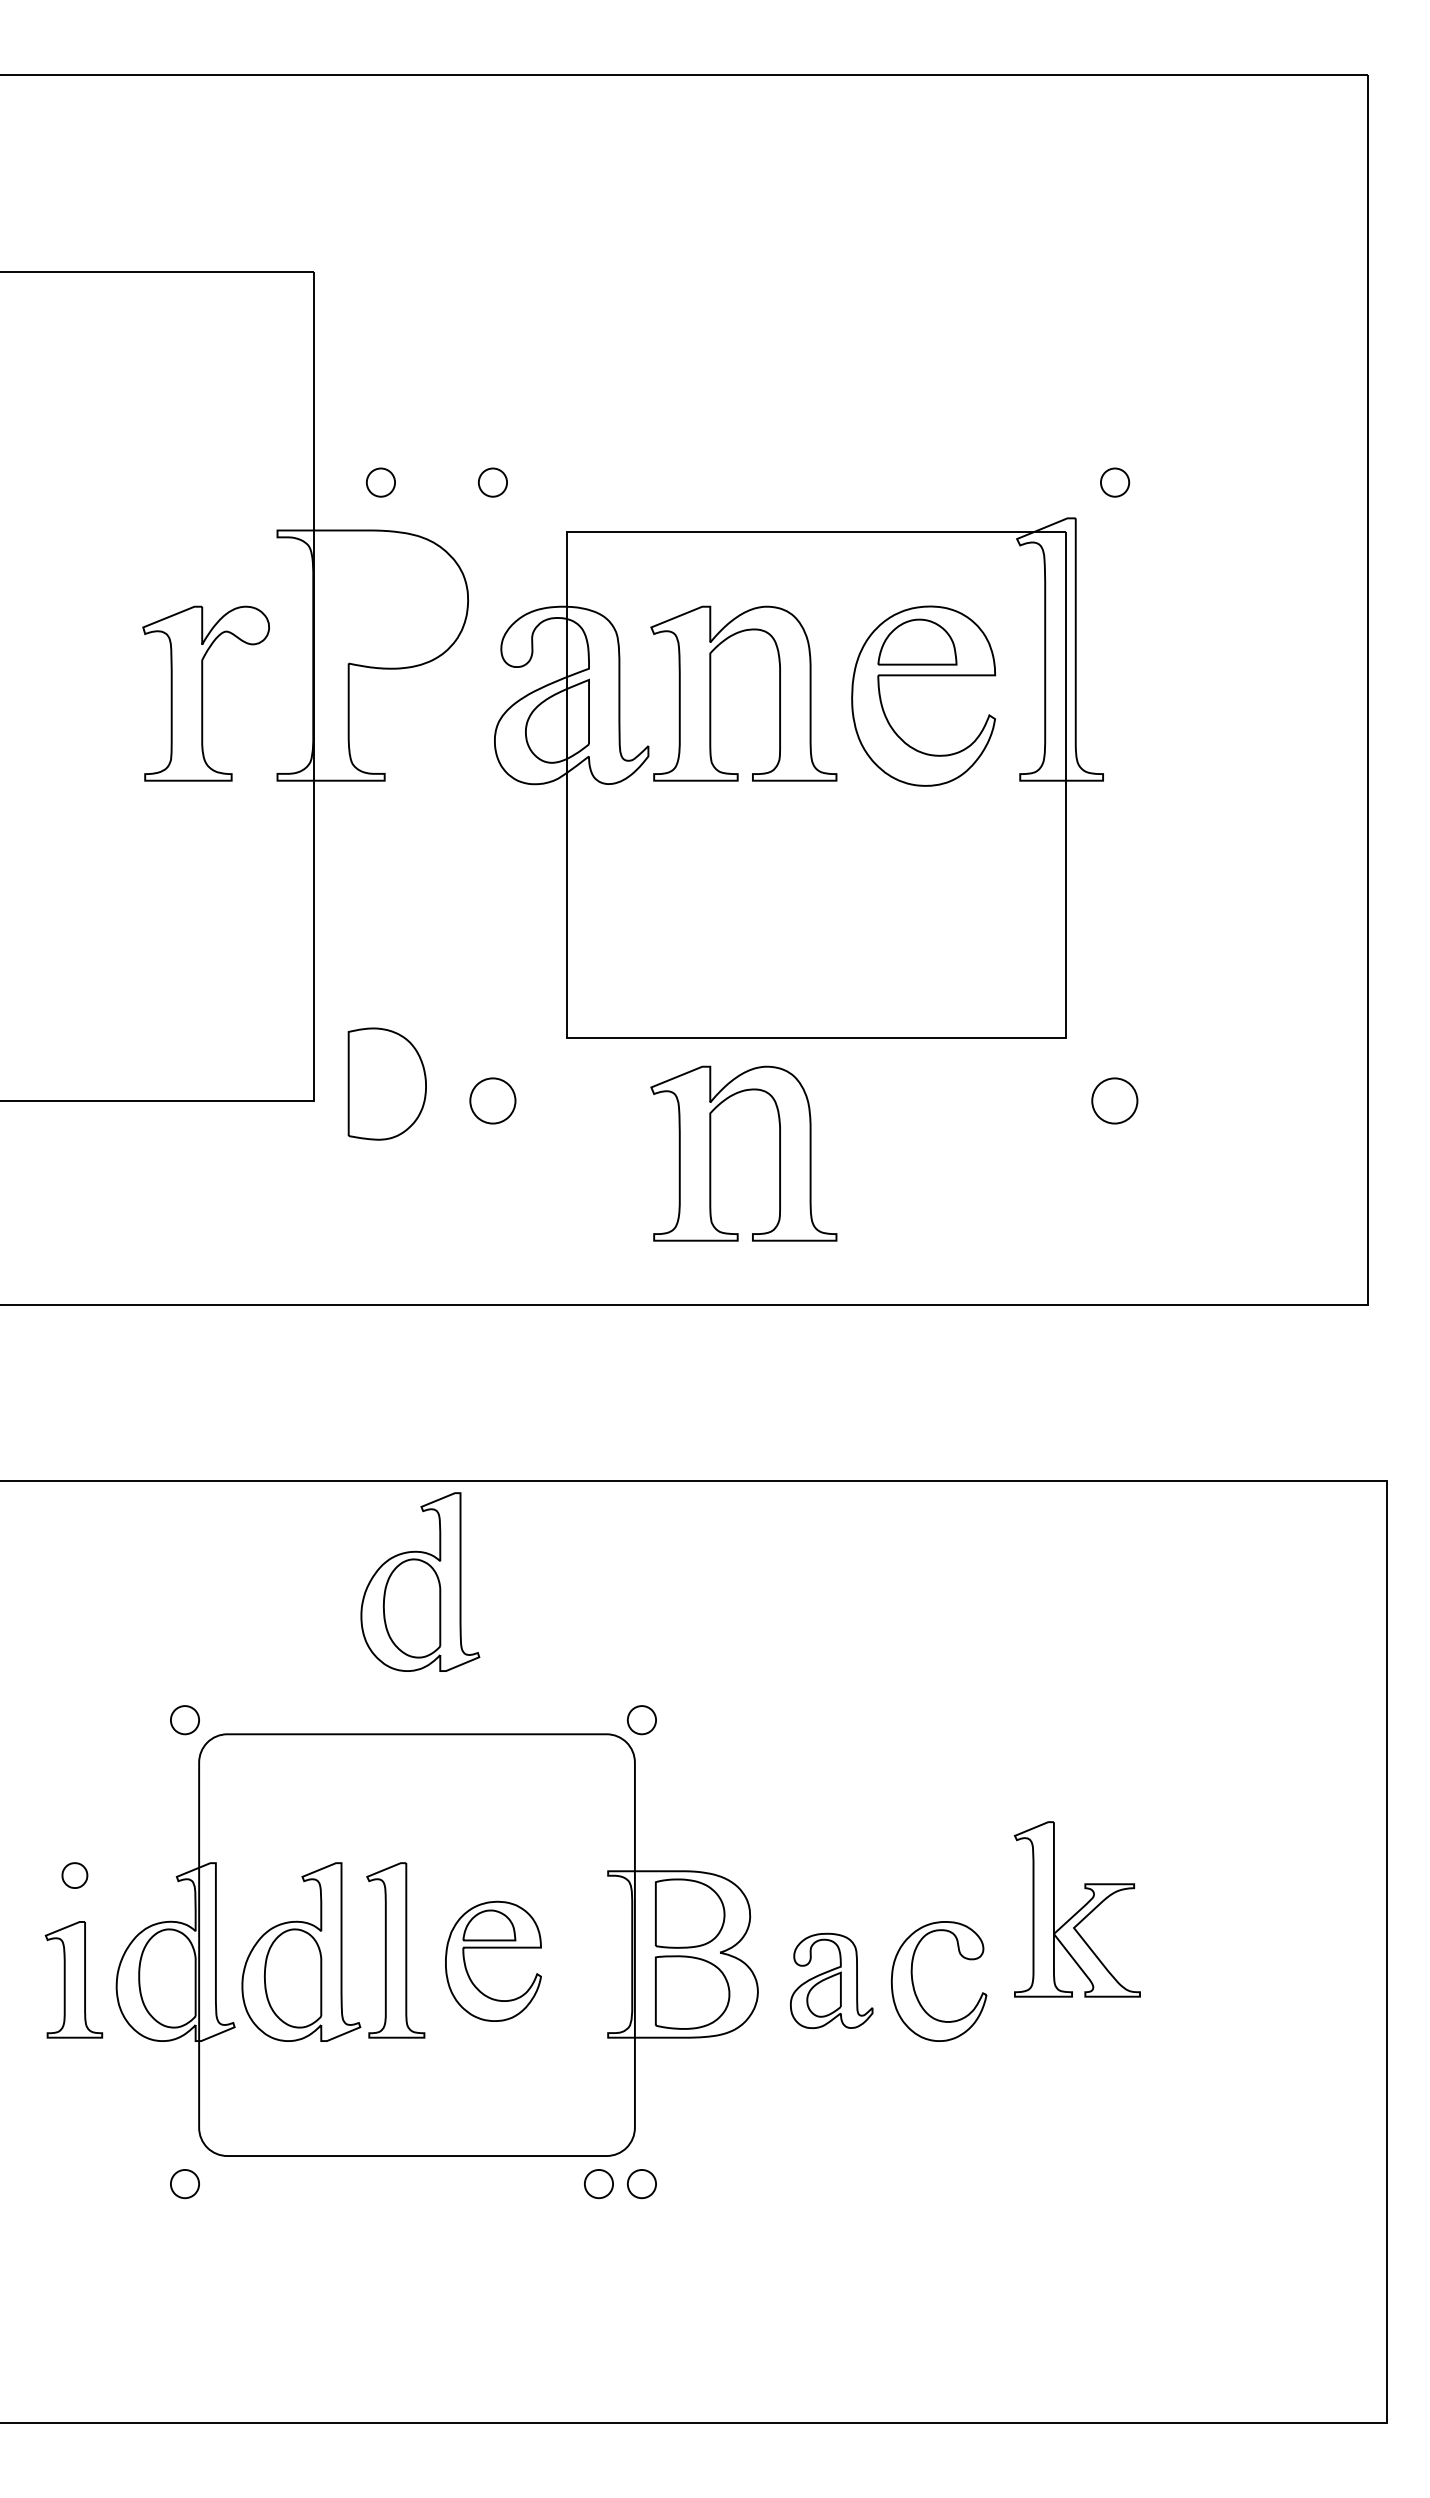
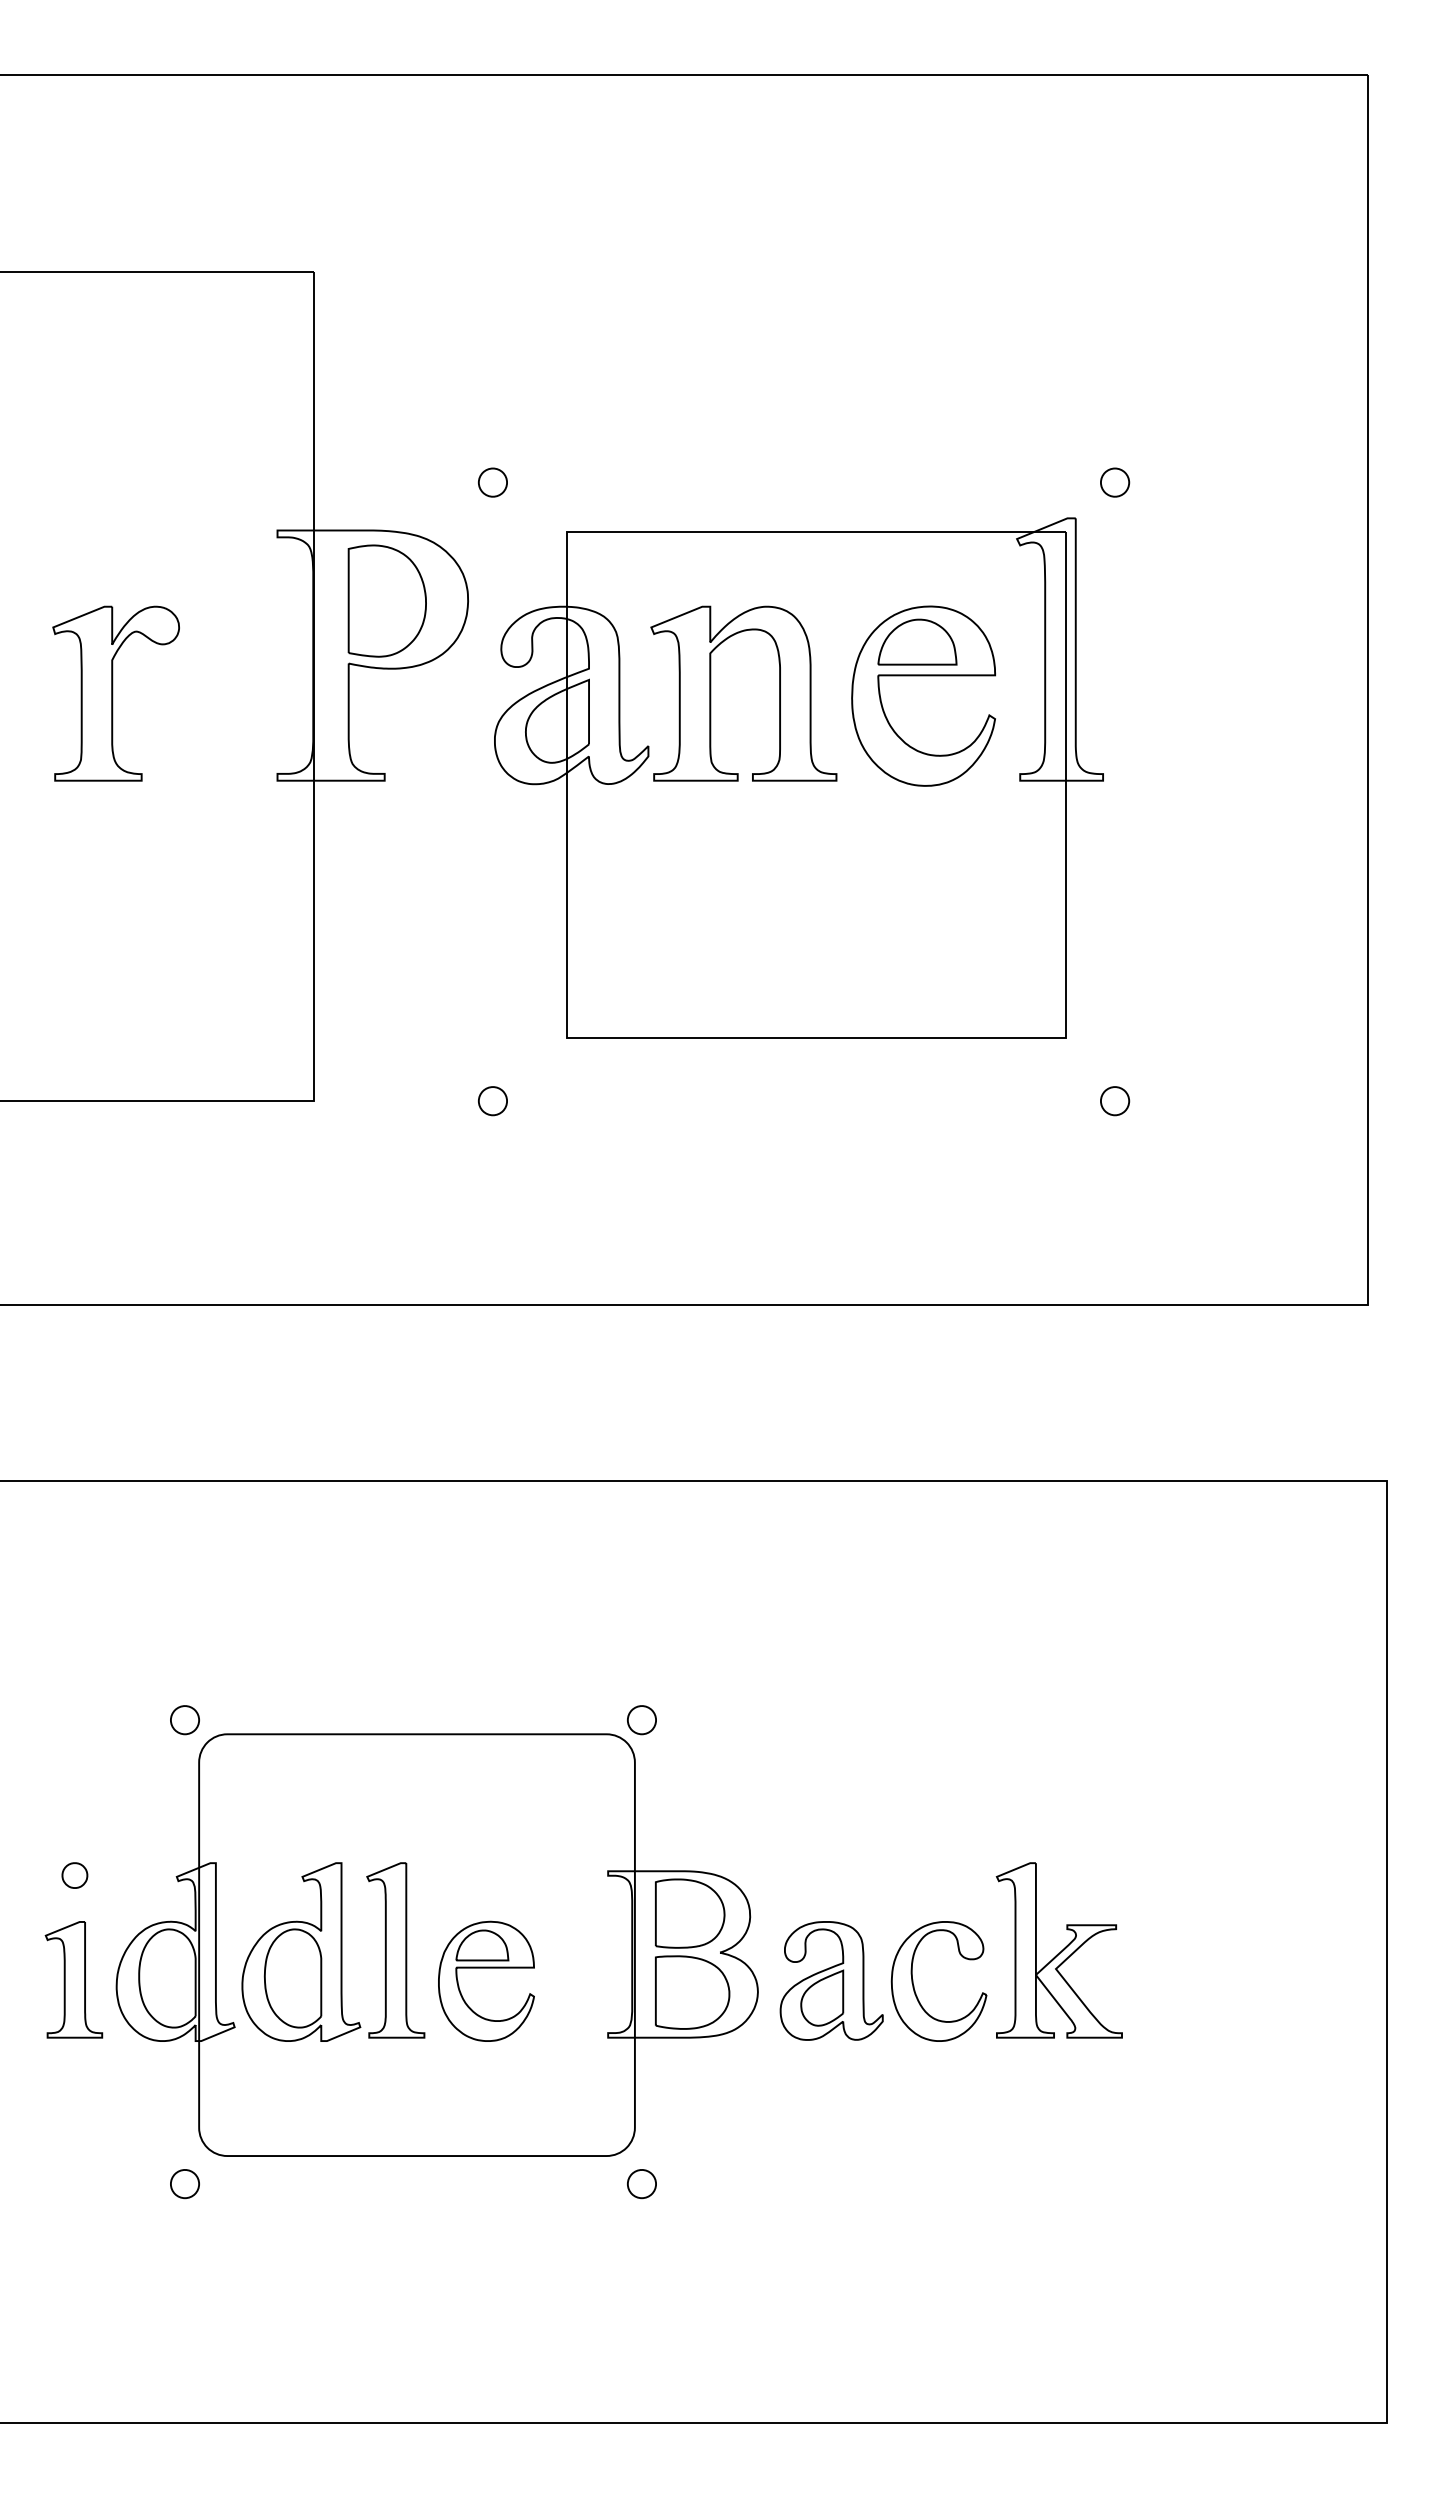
part at (380, 482): present -> none
part at (205, 693) position: (205, 693) -> (115, 693)
part at (386, 1083) position: (386, 1083) -> (386, 600)
part at (492, 1100) size: 48x48 px -> 30x31 px
part at (1114, 1100) size: 48x48 px -> 31x31 px
part at (711, 1153): present -> none
part at (420, 1581): present -> none
part at (1076, 1909) position: (1076, 1909) -> (1058, 1950)
part at (493, 1948) position: (493, 1948) -> (486, 1968)
part at (831, 1980) size: 84x97 px -> 105x120 px
part at (598, 2184): present -> none
